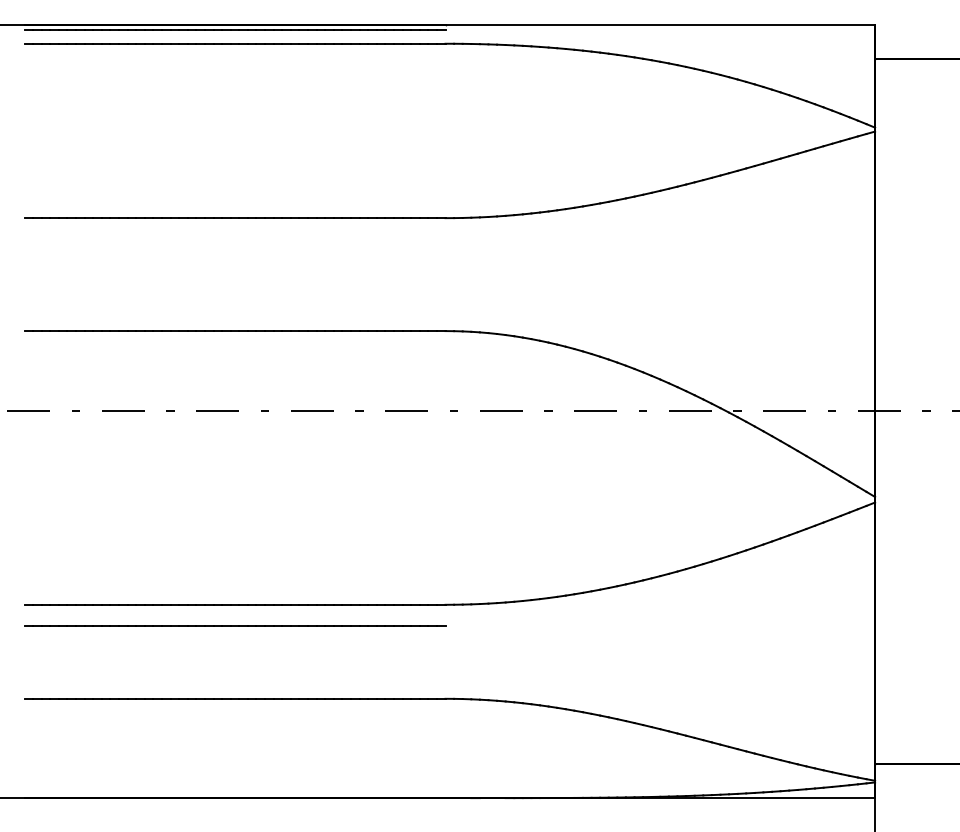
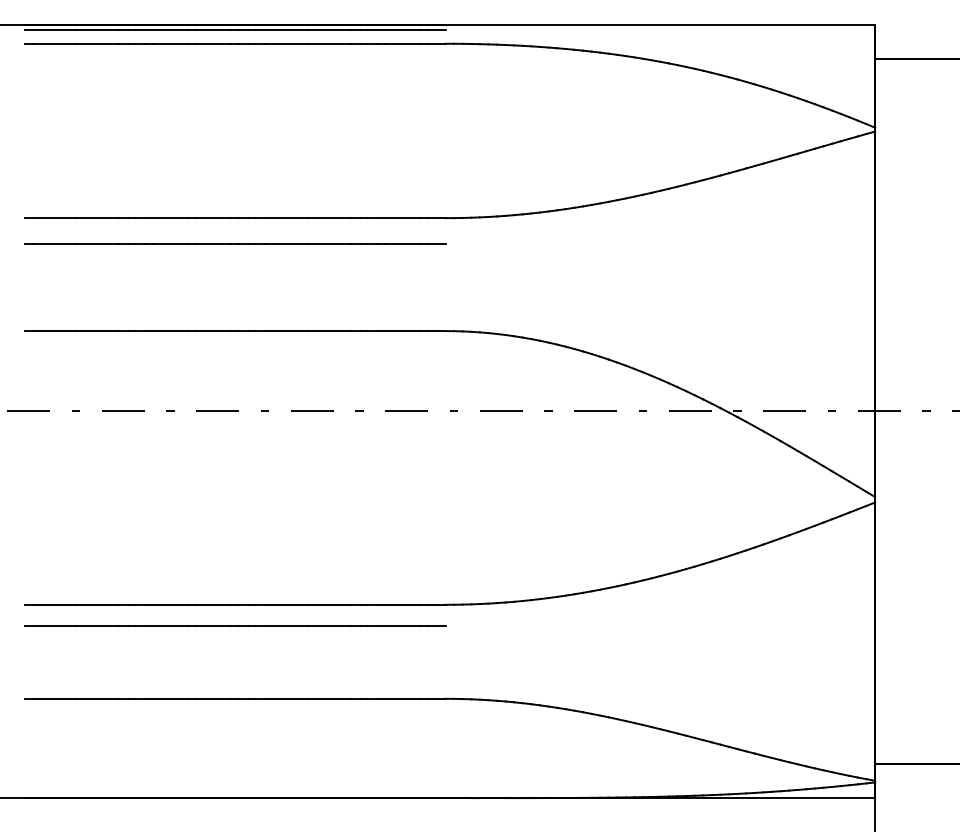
line at (235, 243): none -> present
